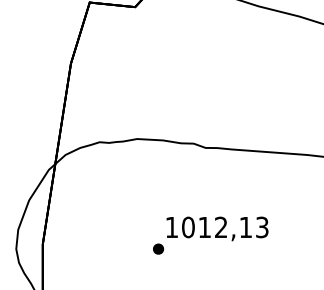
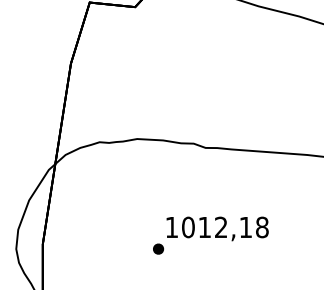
text at (262, 227): 1012,13 -> 1012,18
